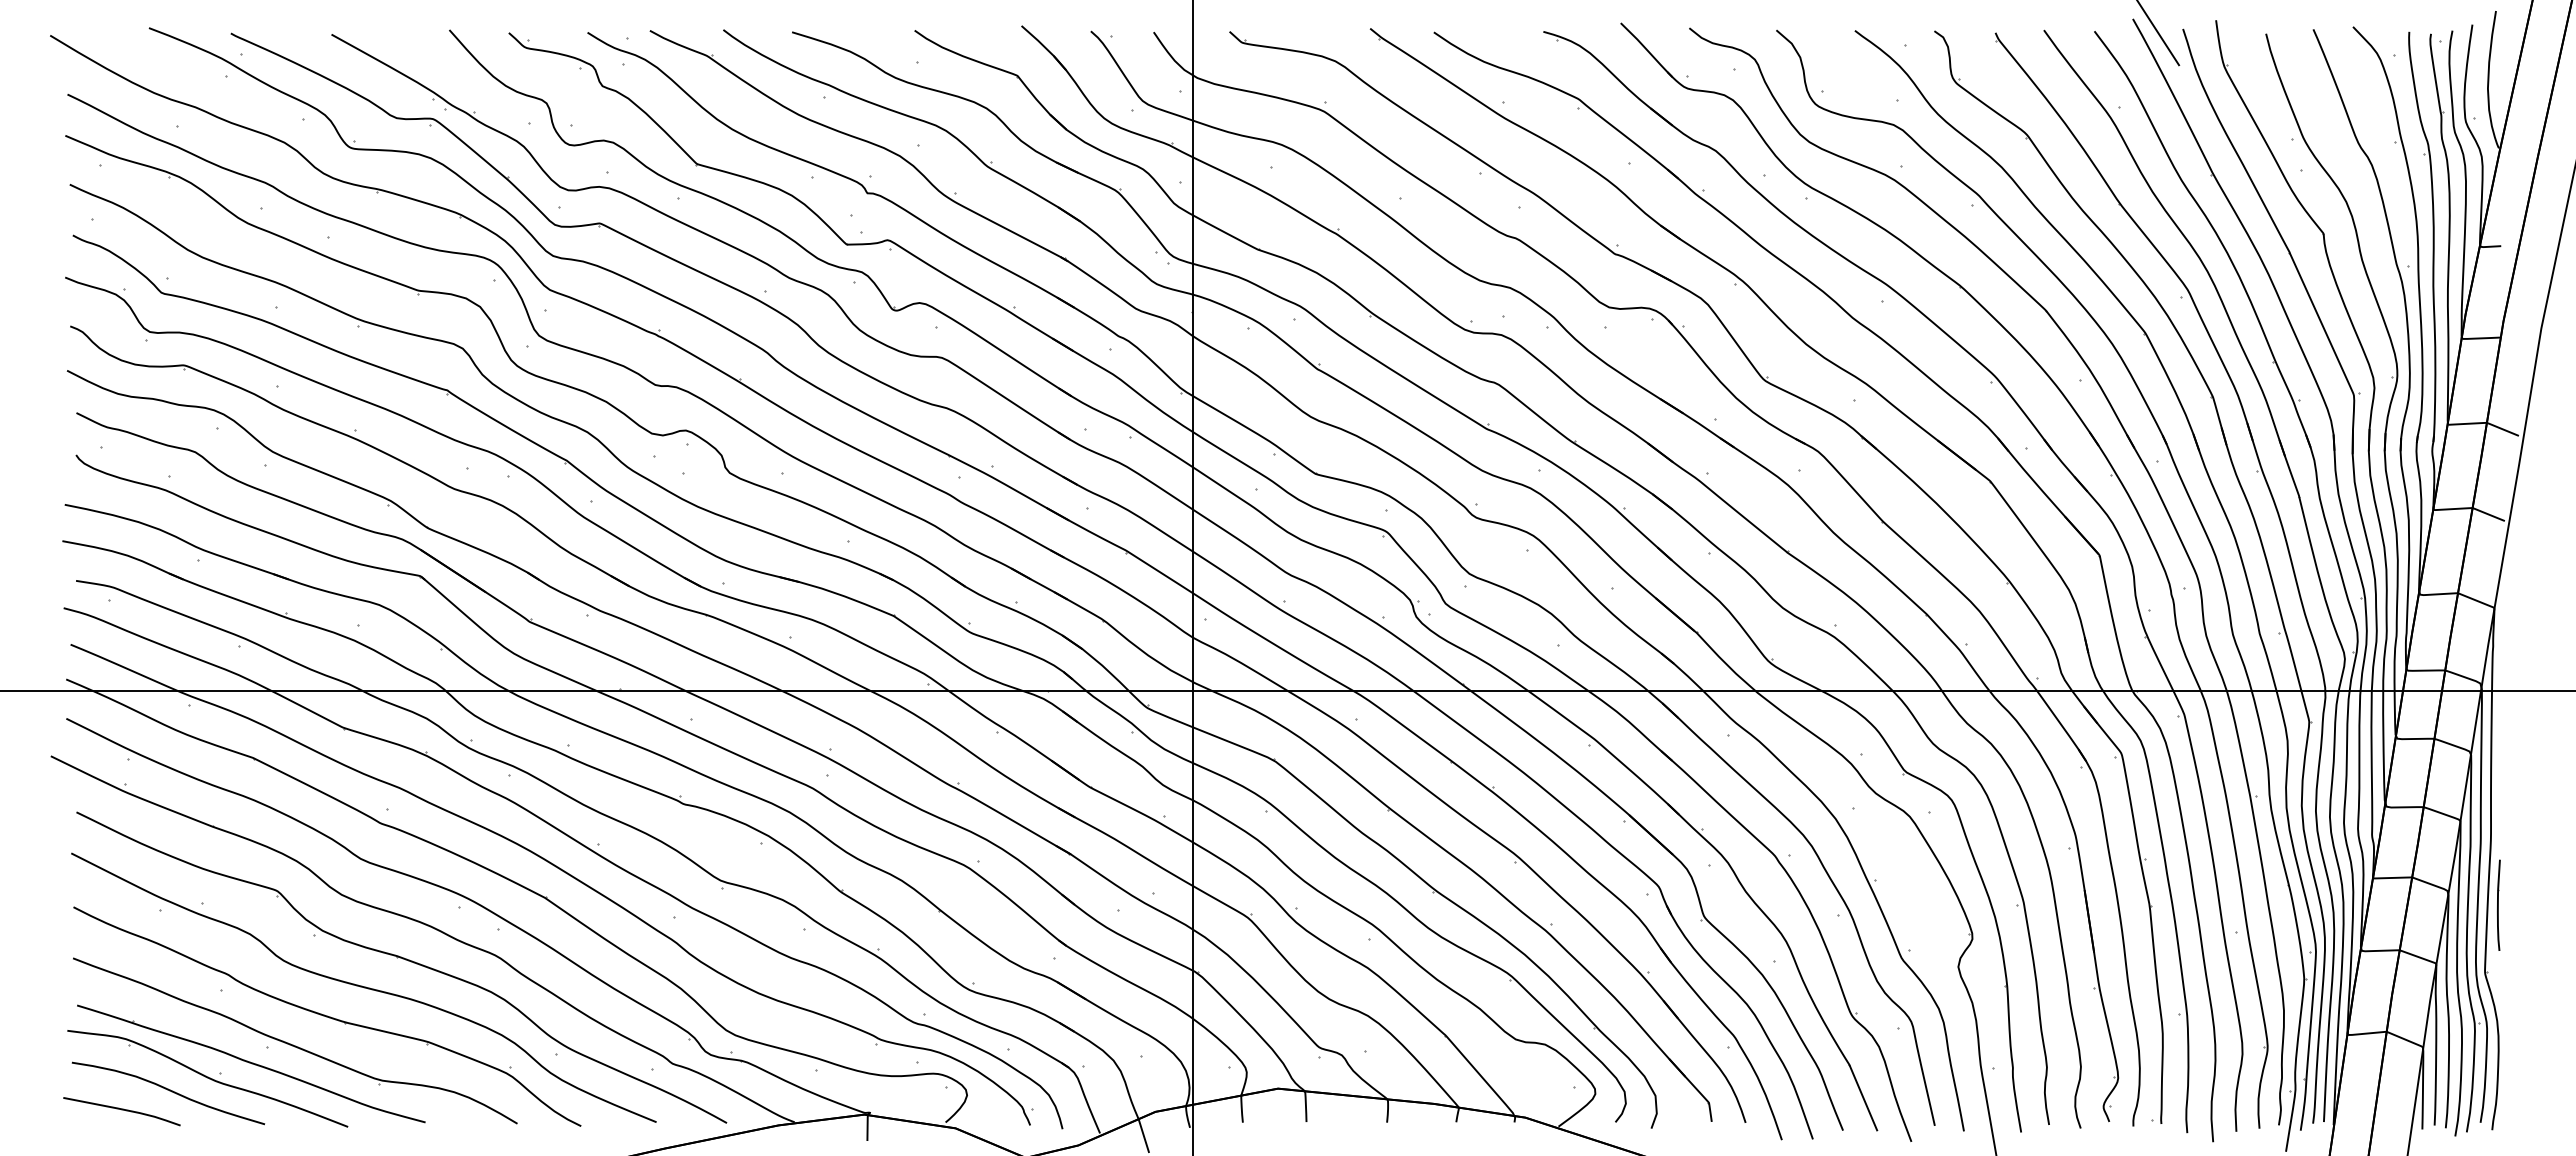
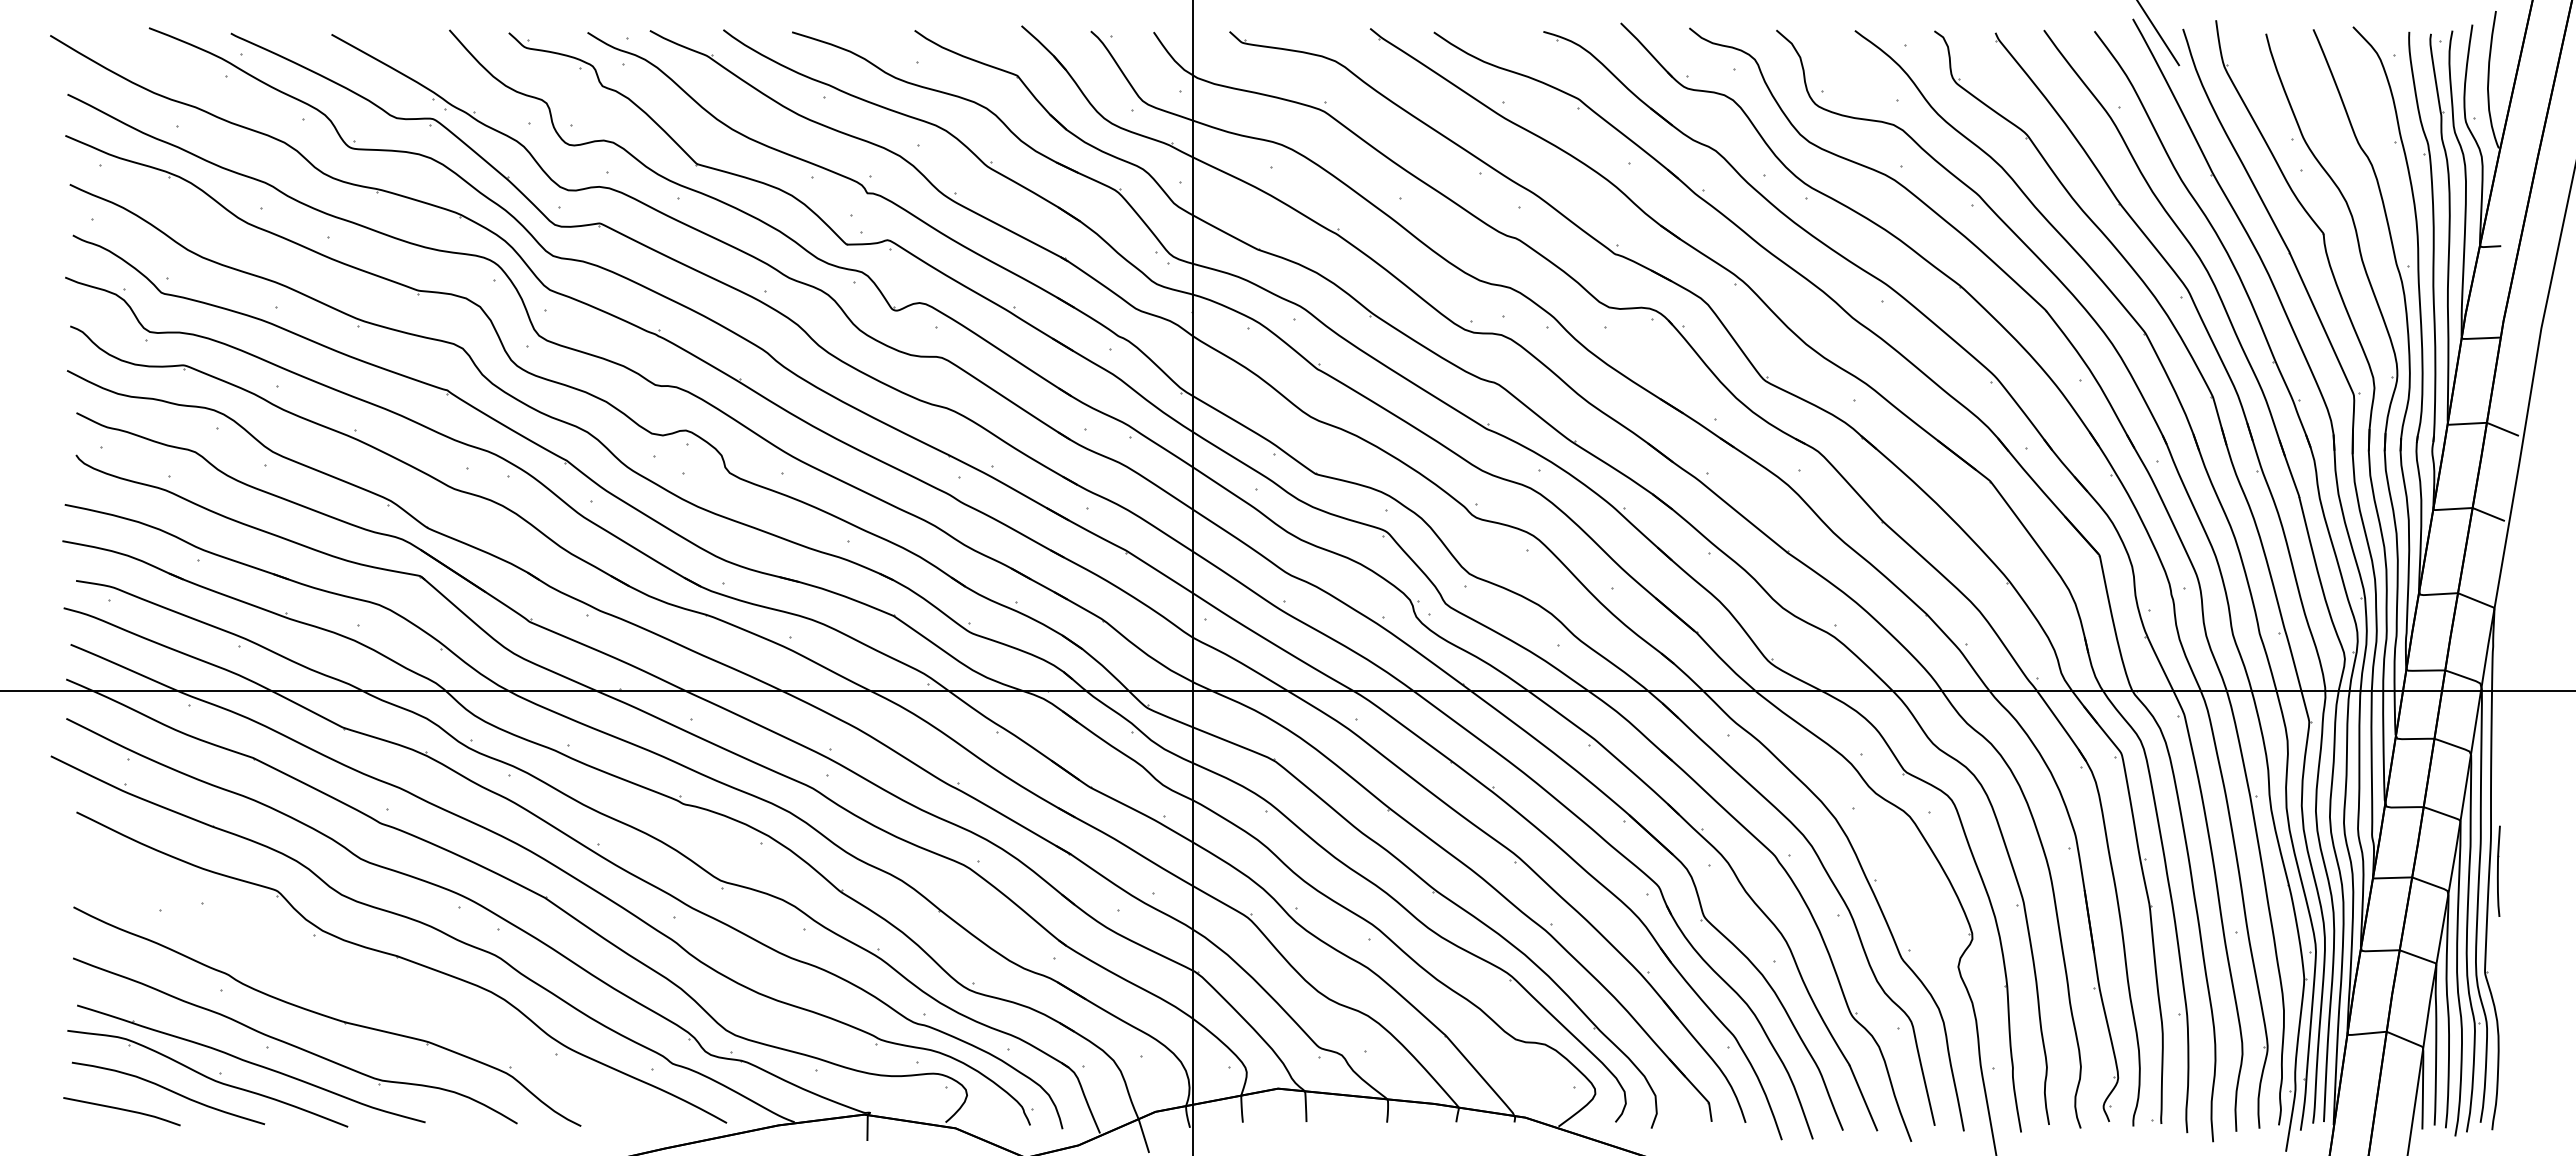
part at (2498, 904) position: (2498, 904) -> (2498, 870)
curve at (363, 987): present -> none
